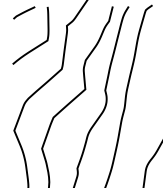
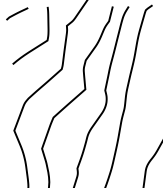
line at (24, 12) position: (24, 12) -> (17, 13)
